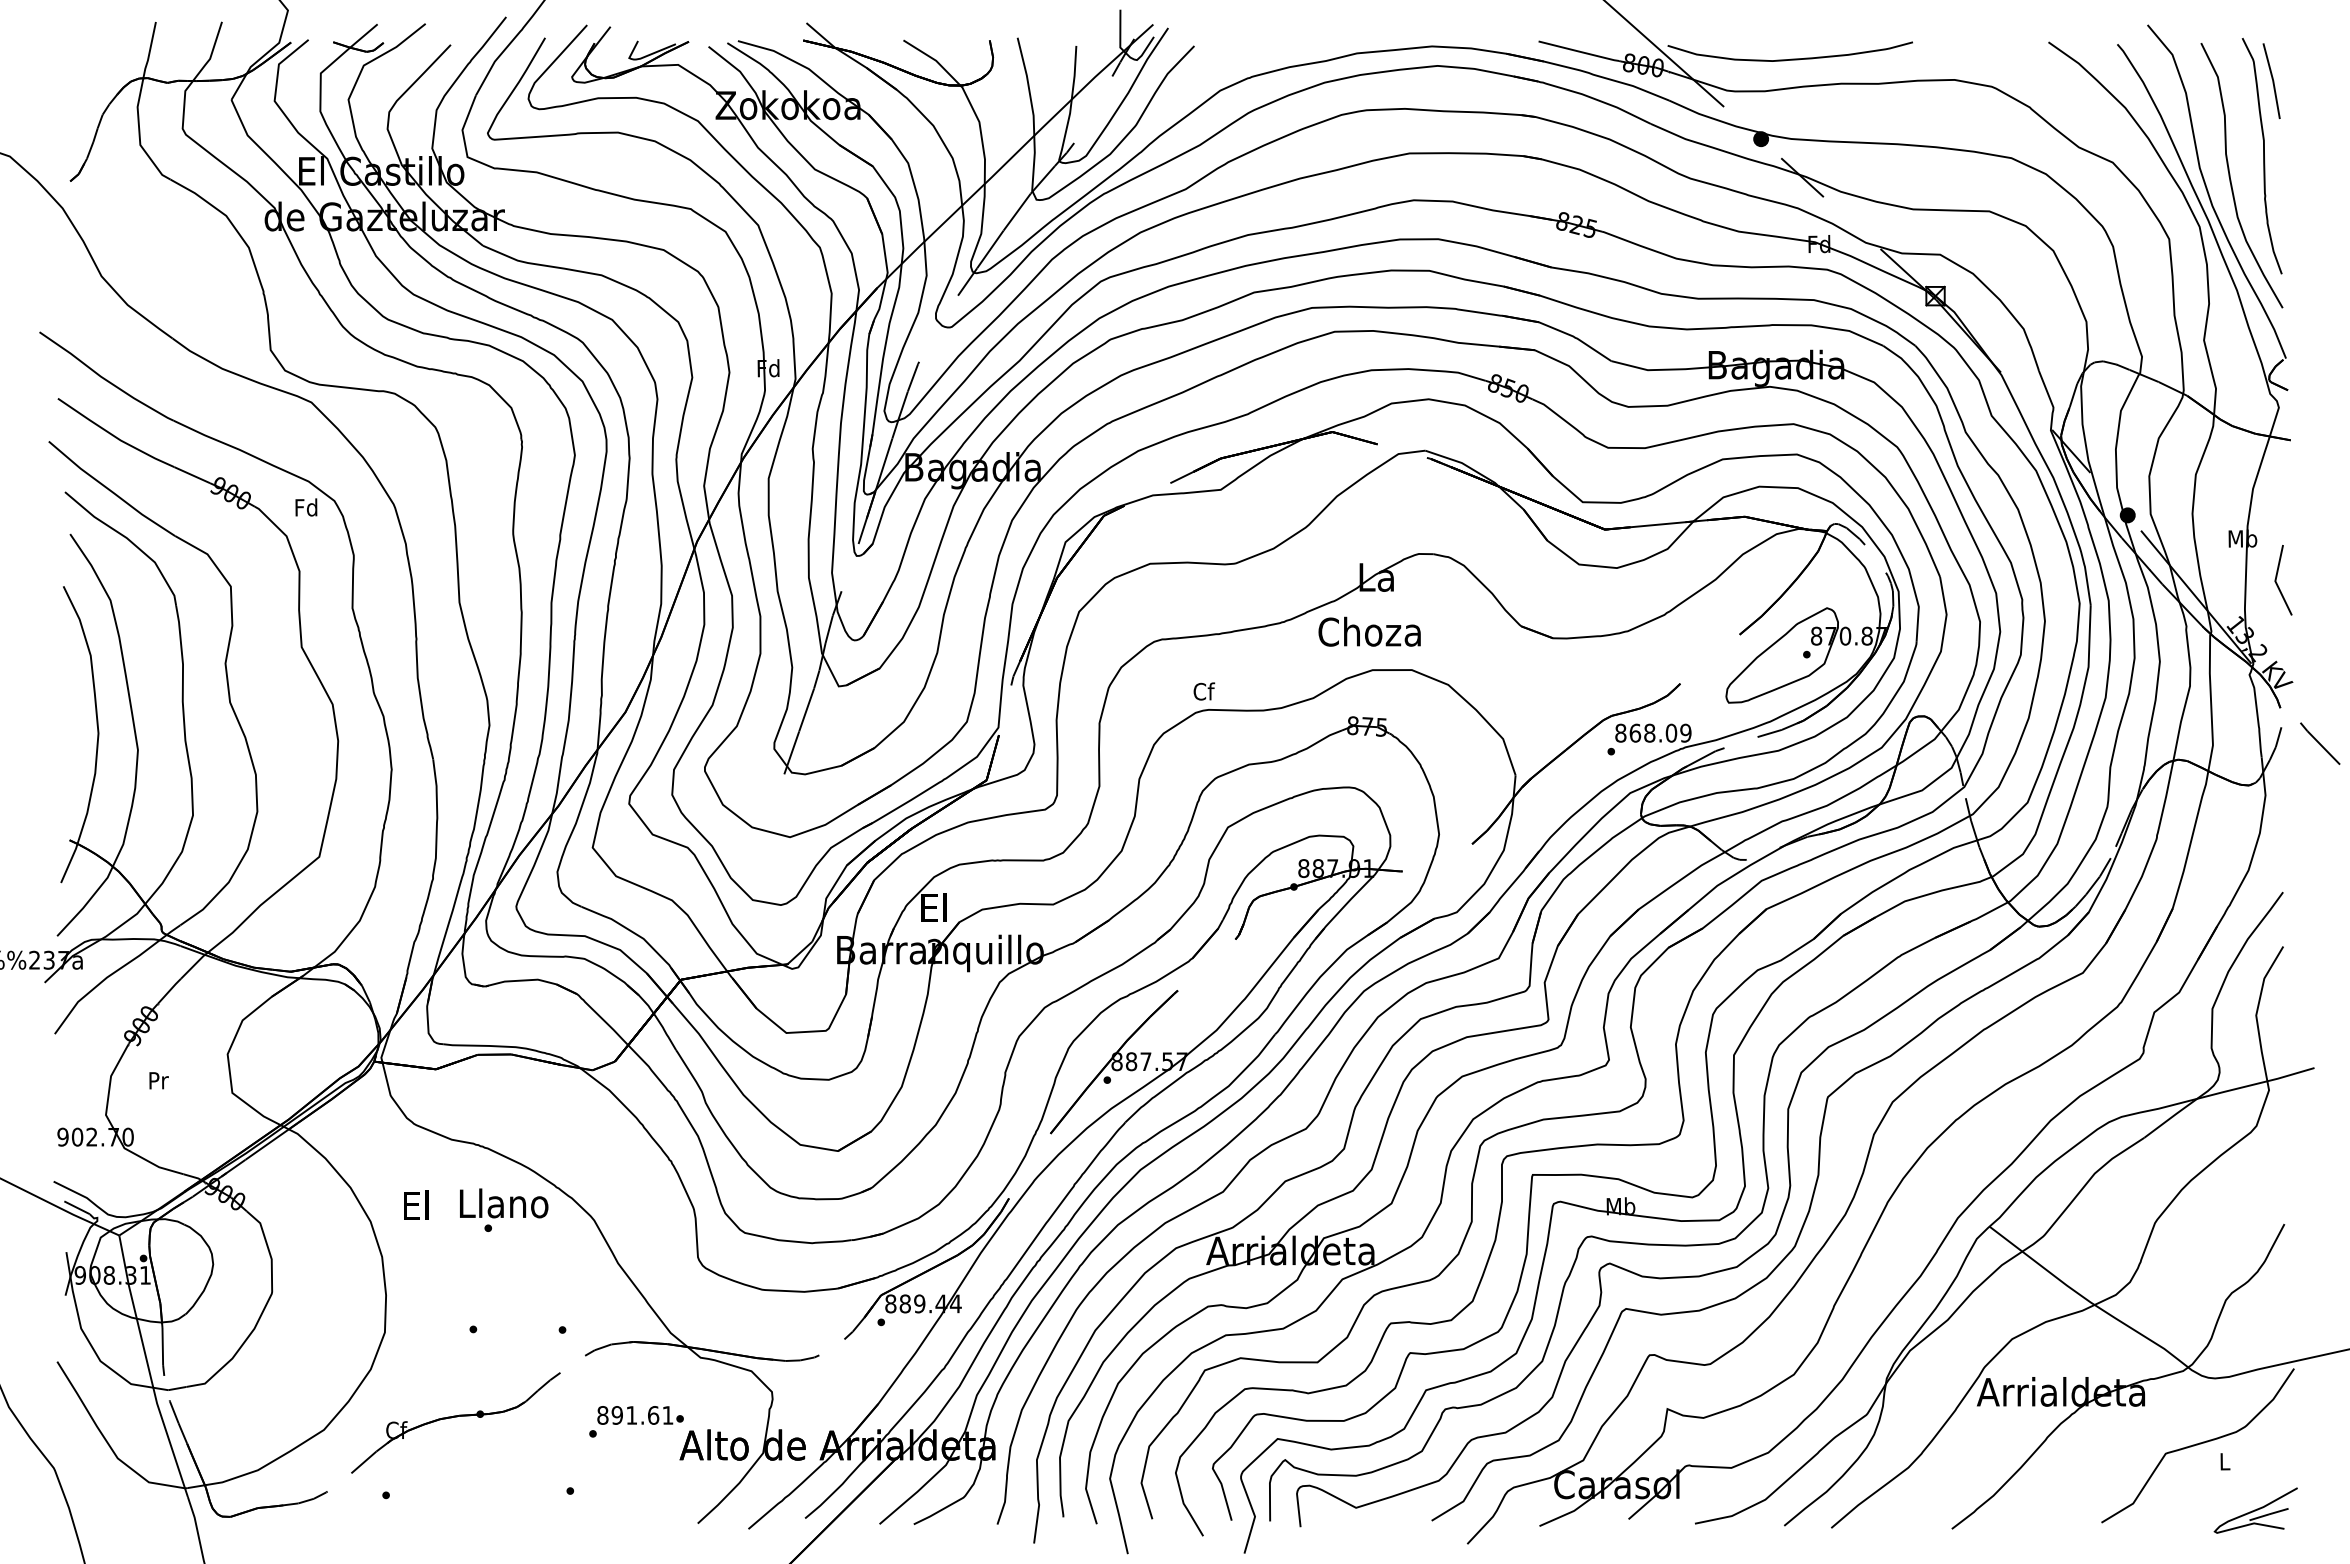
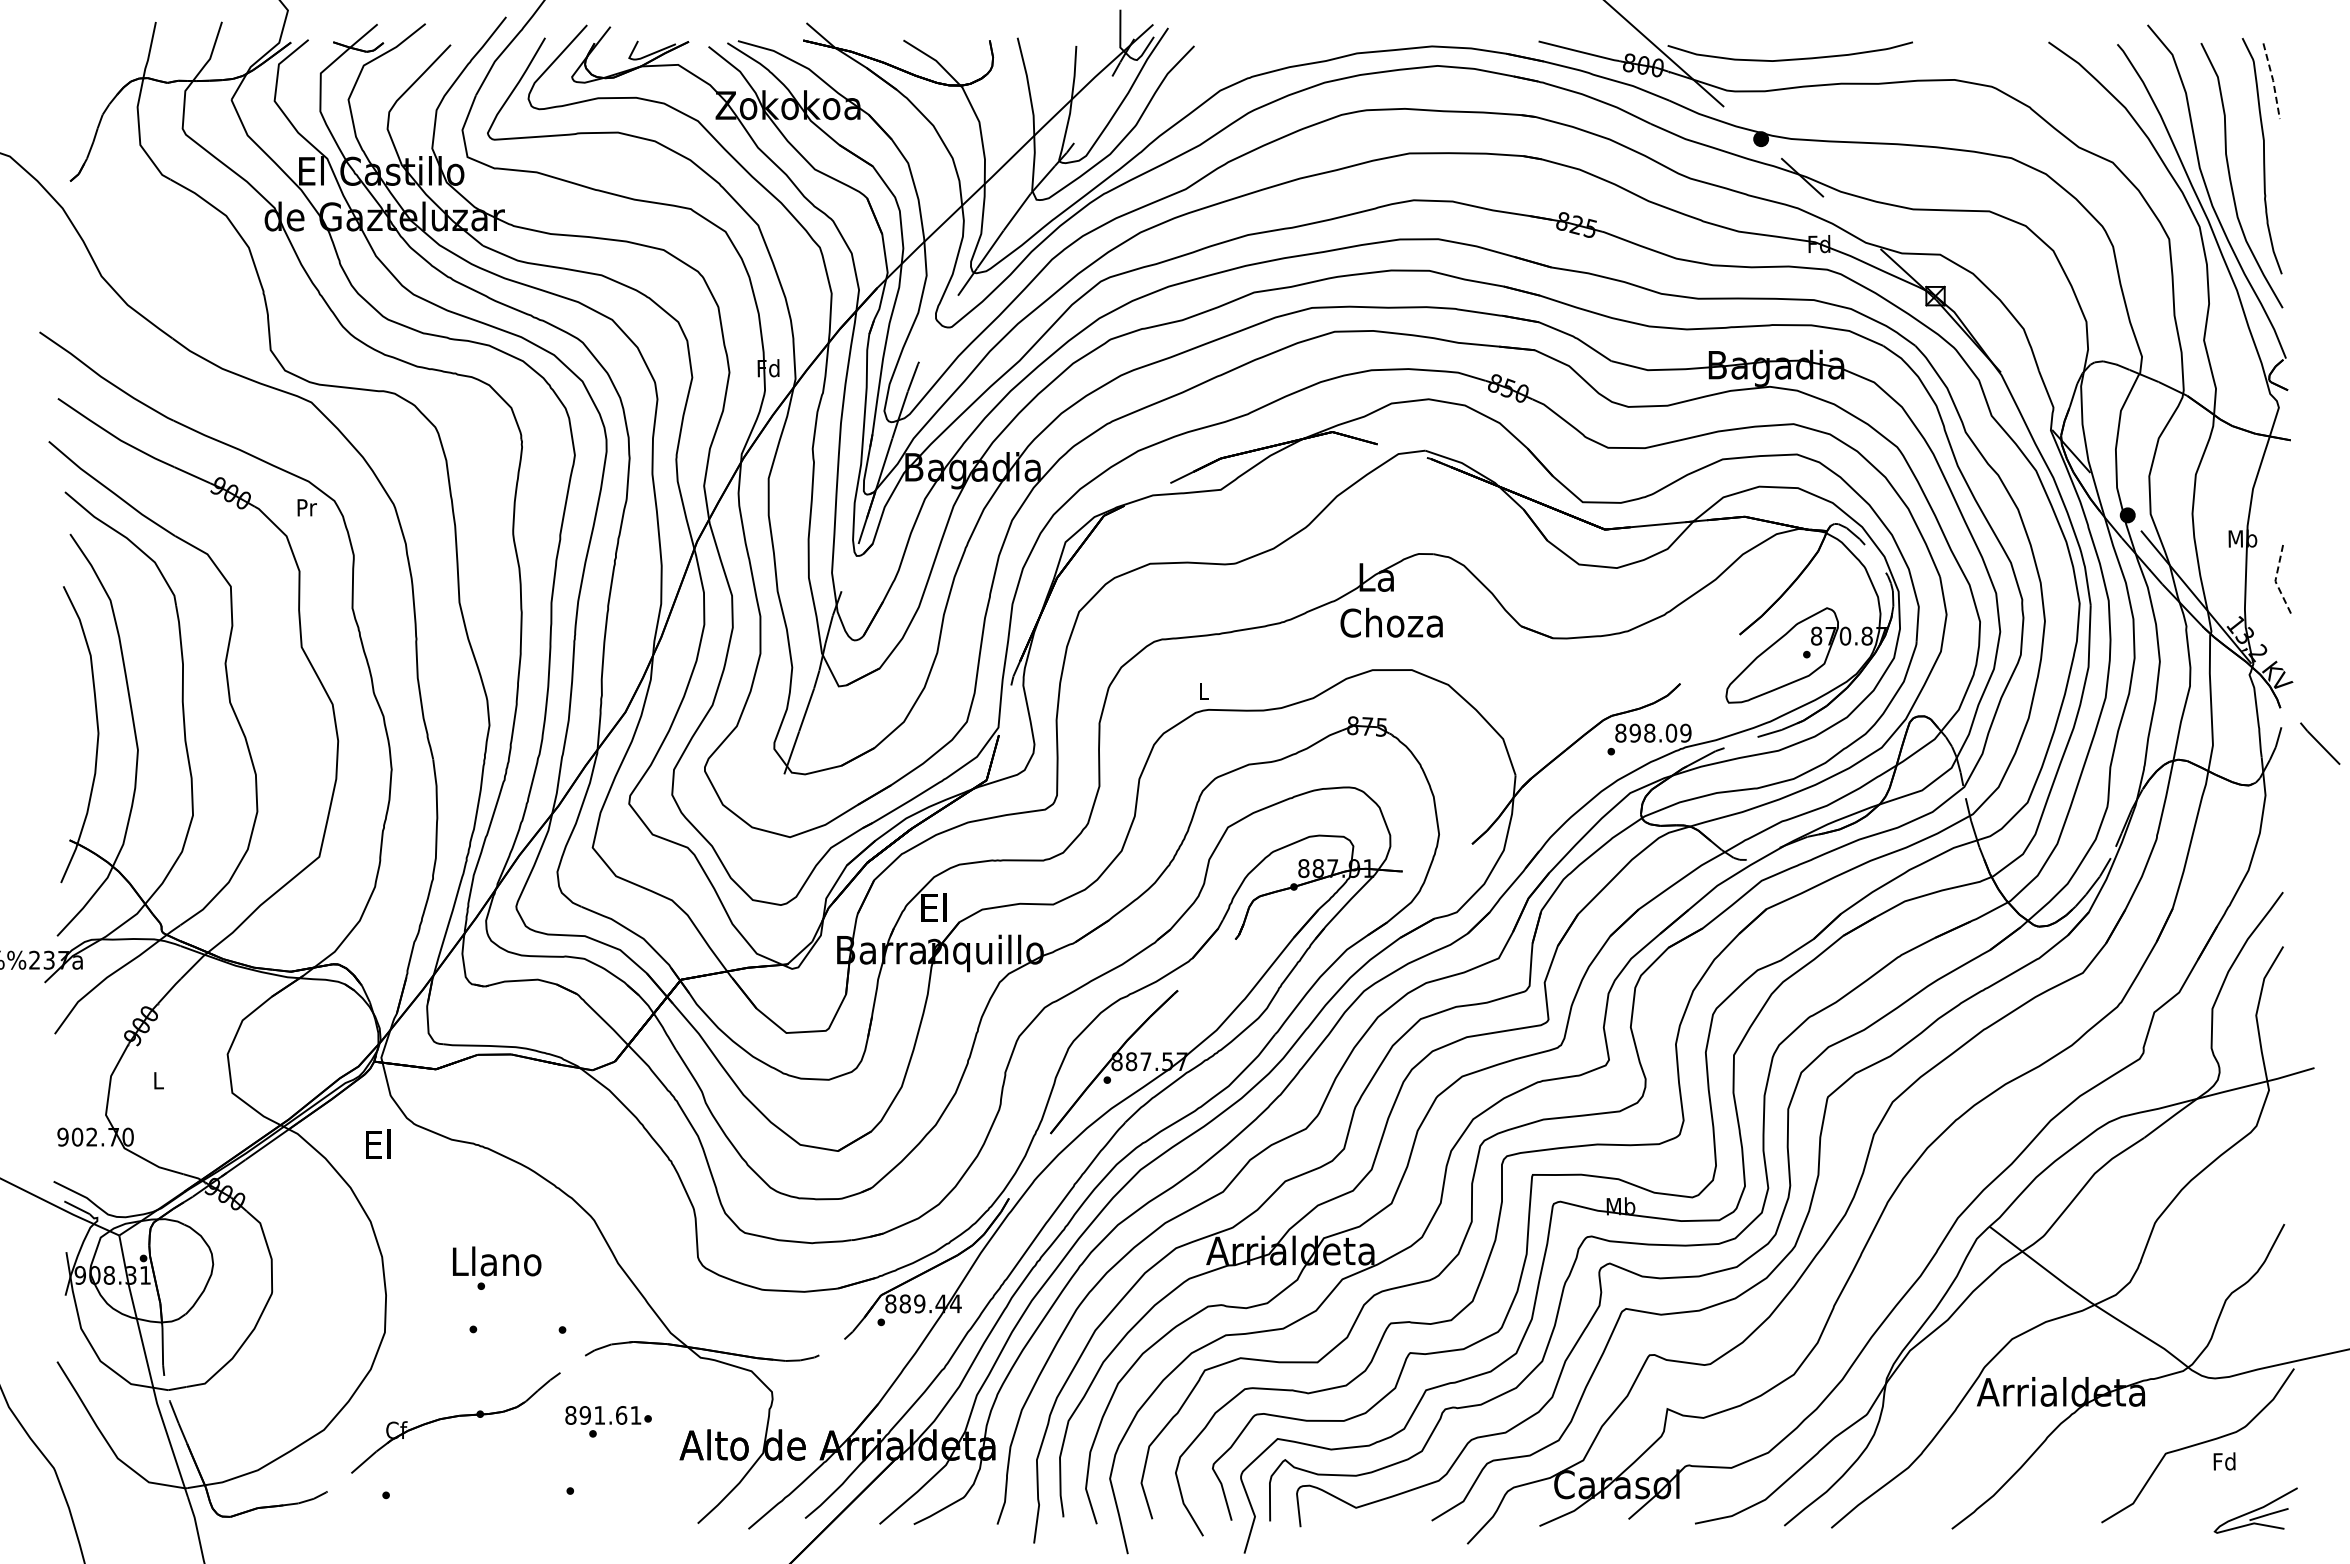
line at (2273, 80): solid -> dashed
text at (306, 507): Fd -> Pr
line at (2275, 581): solid -> dashed
text at (1369, 631) position: (1369, 631) -> (1391, 622)
text at (1204, 691): Cf -> L
text at (1635, 732): 868.09 -> 898.09
text at (158, 1080): Pr -> L
text at (416, 1204) position: (416, 1204) -> (378, 1143)
text at (504, 1209) position: (504, 1209) -> (497, 1267)
text at (640, 1415) position: (640, 1415) -> (608, 1415)
text at (2224, 1461): L -> Fd
